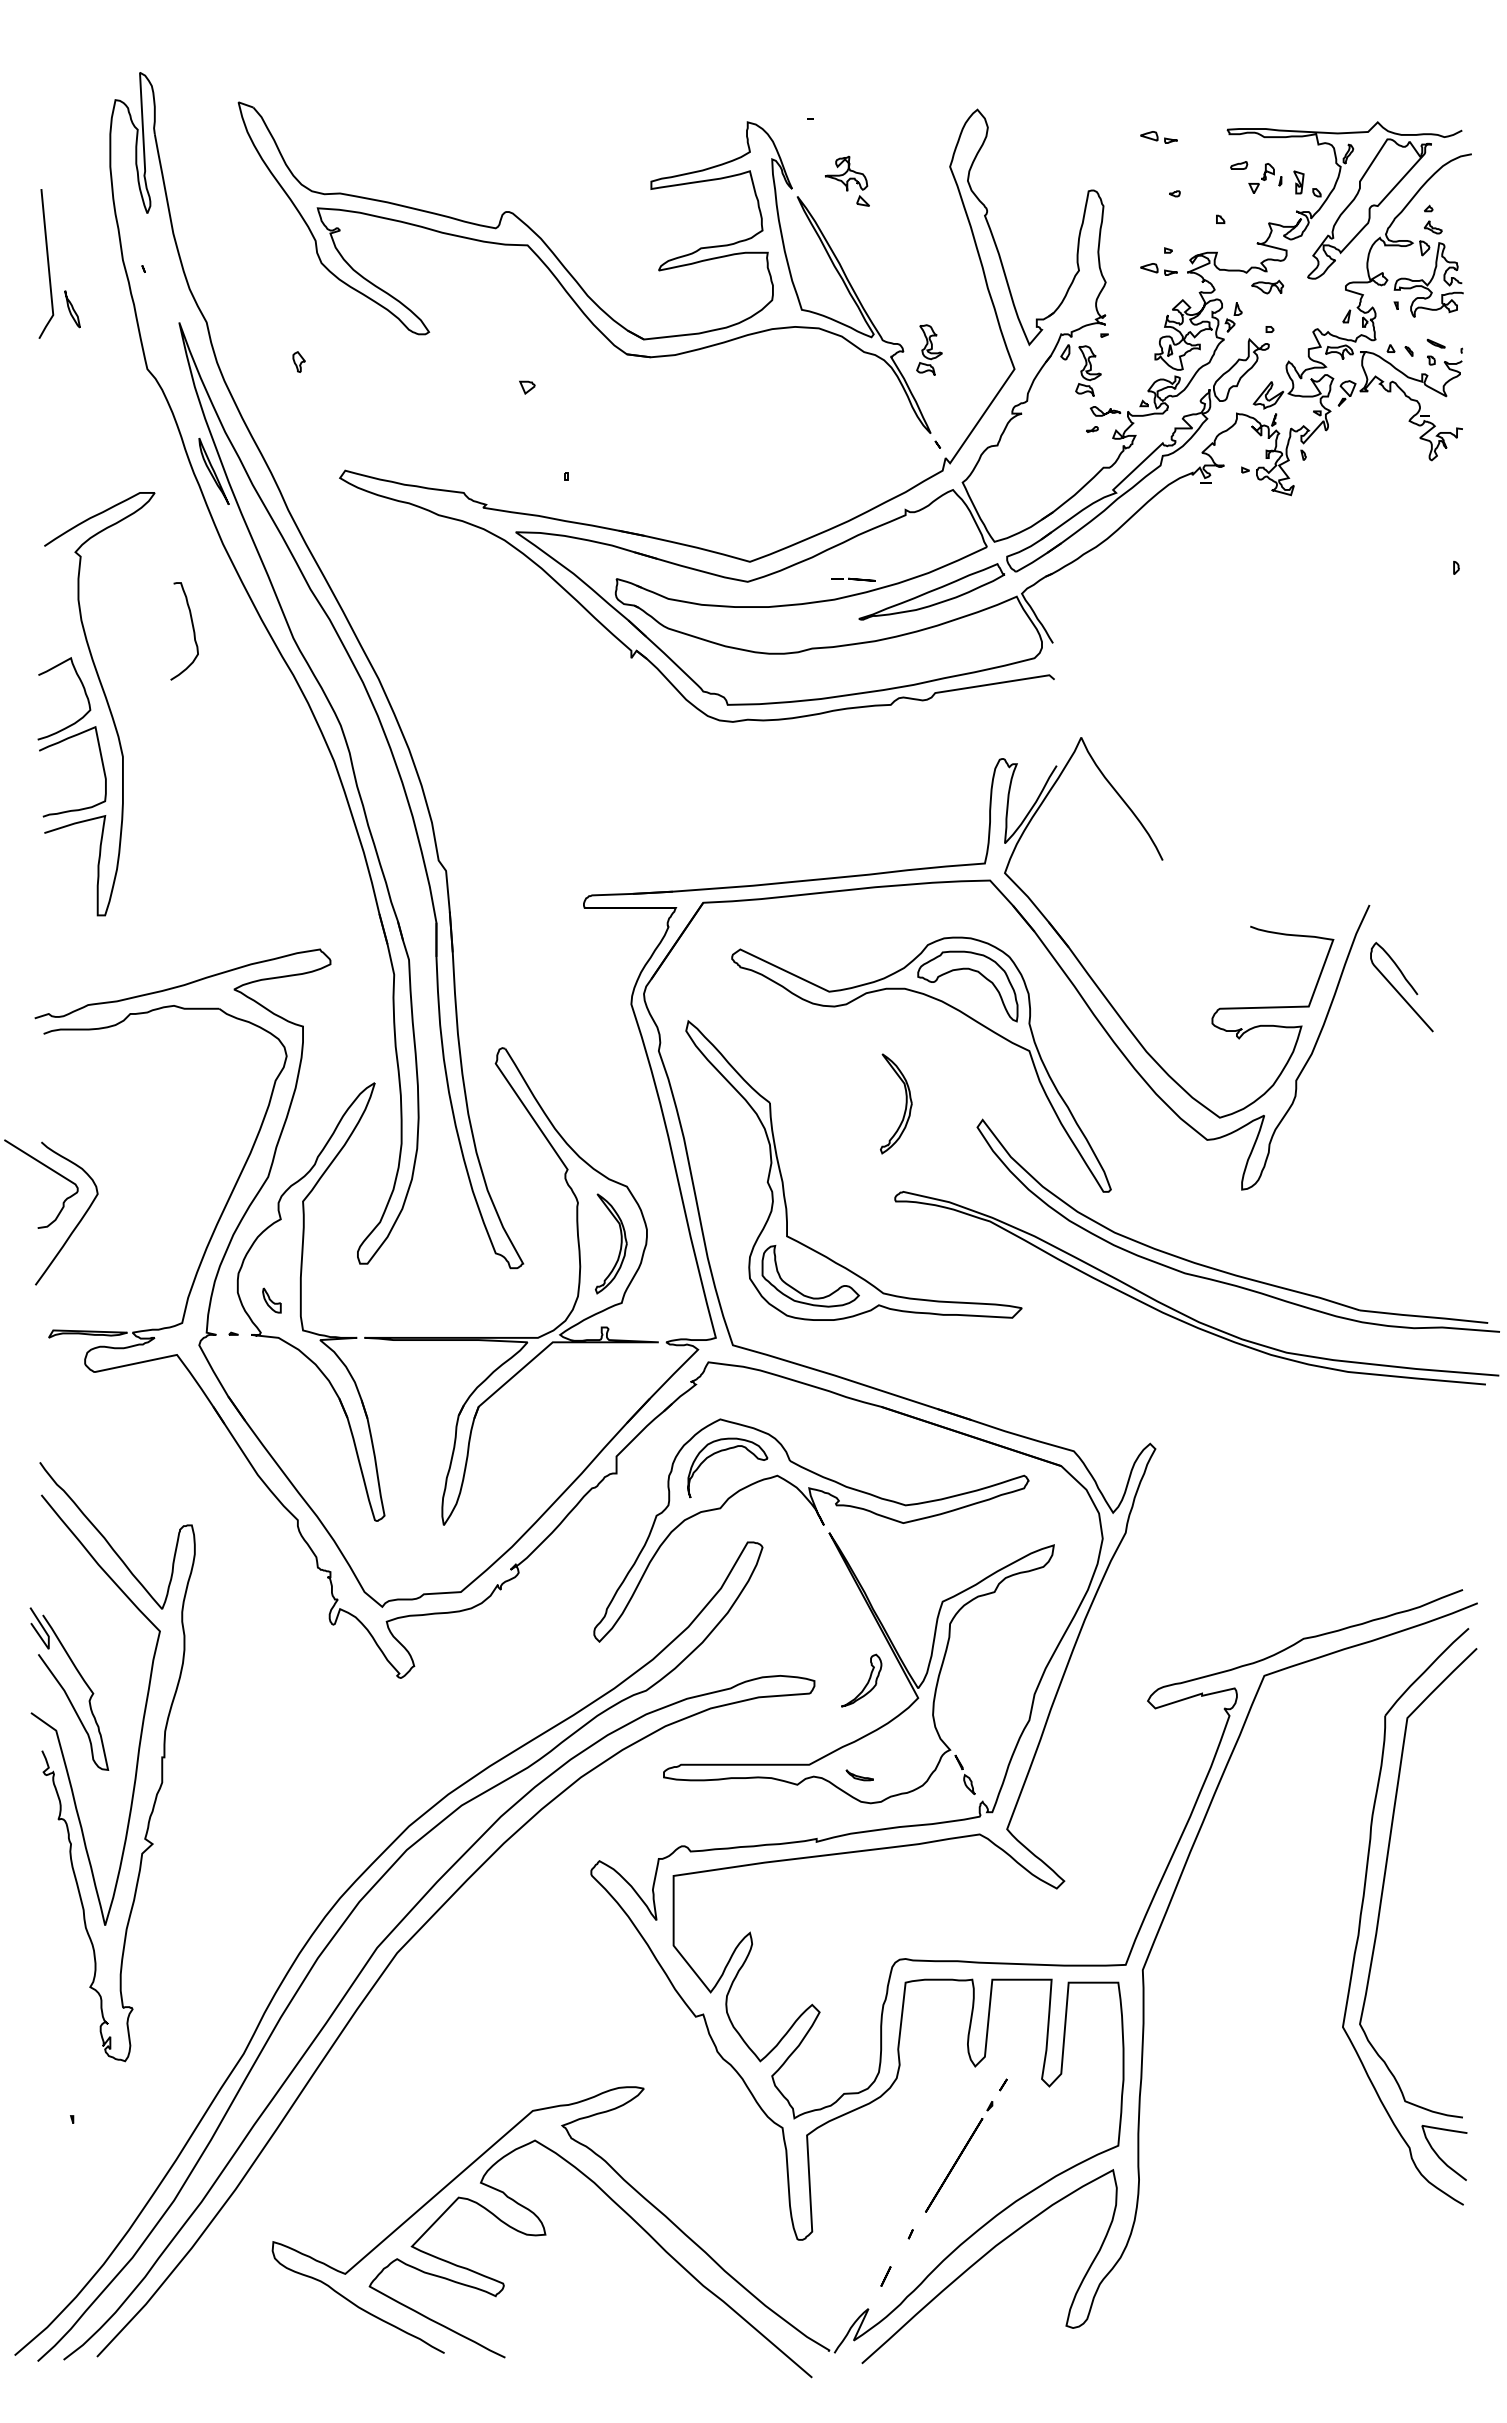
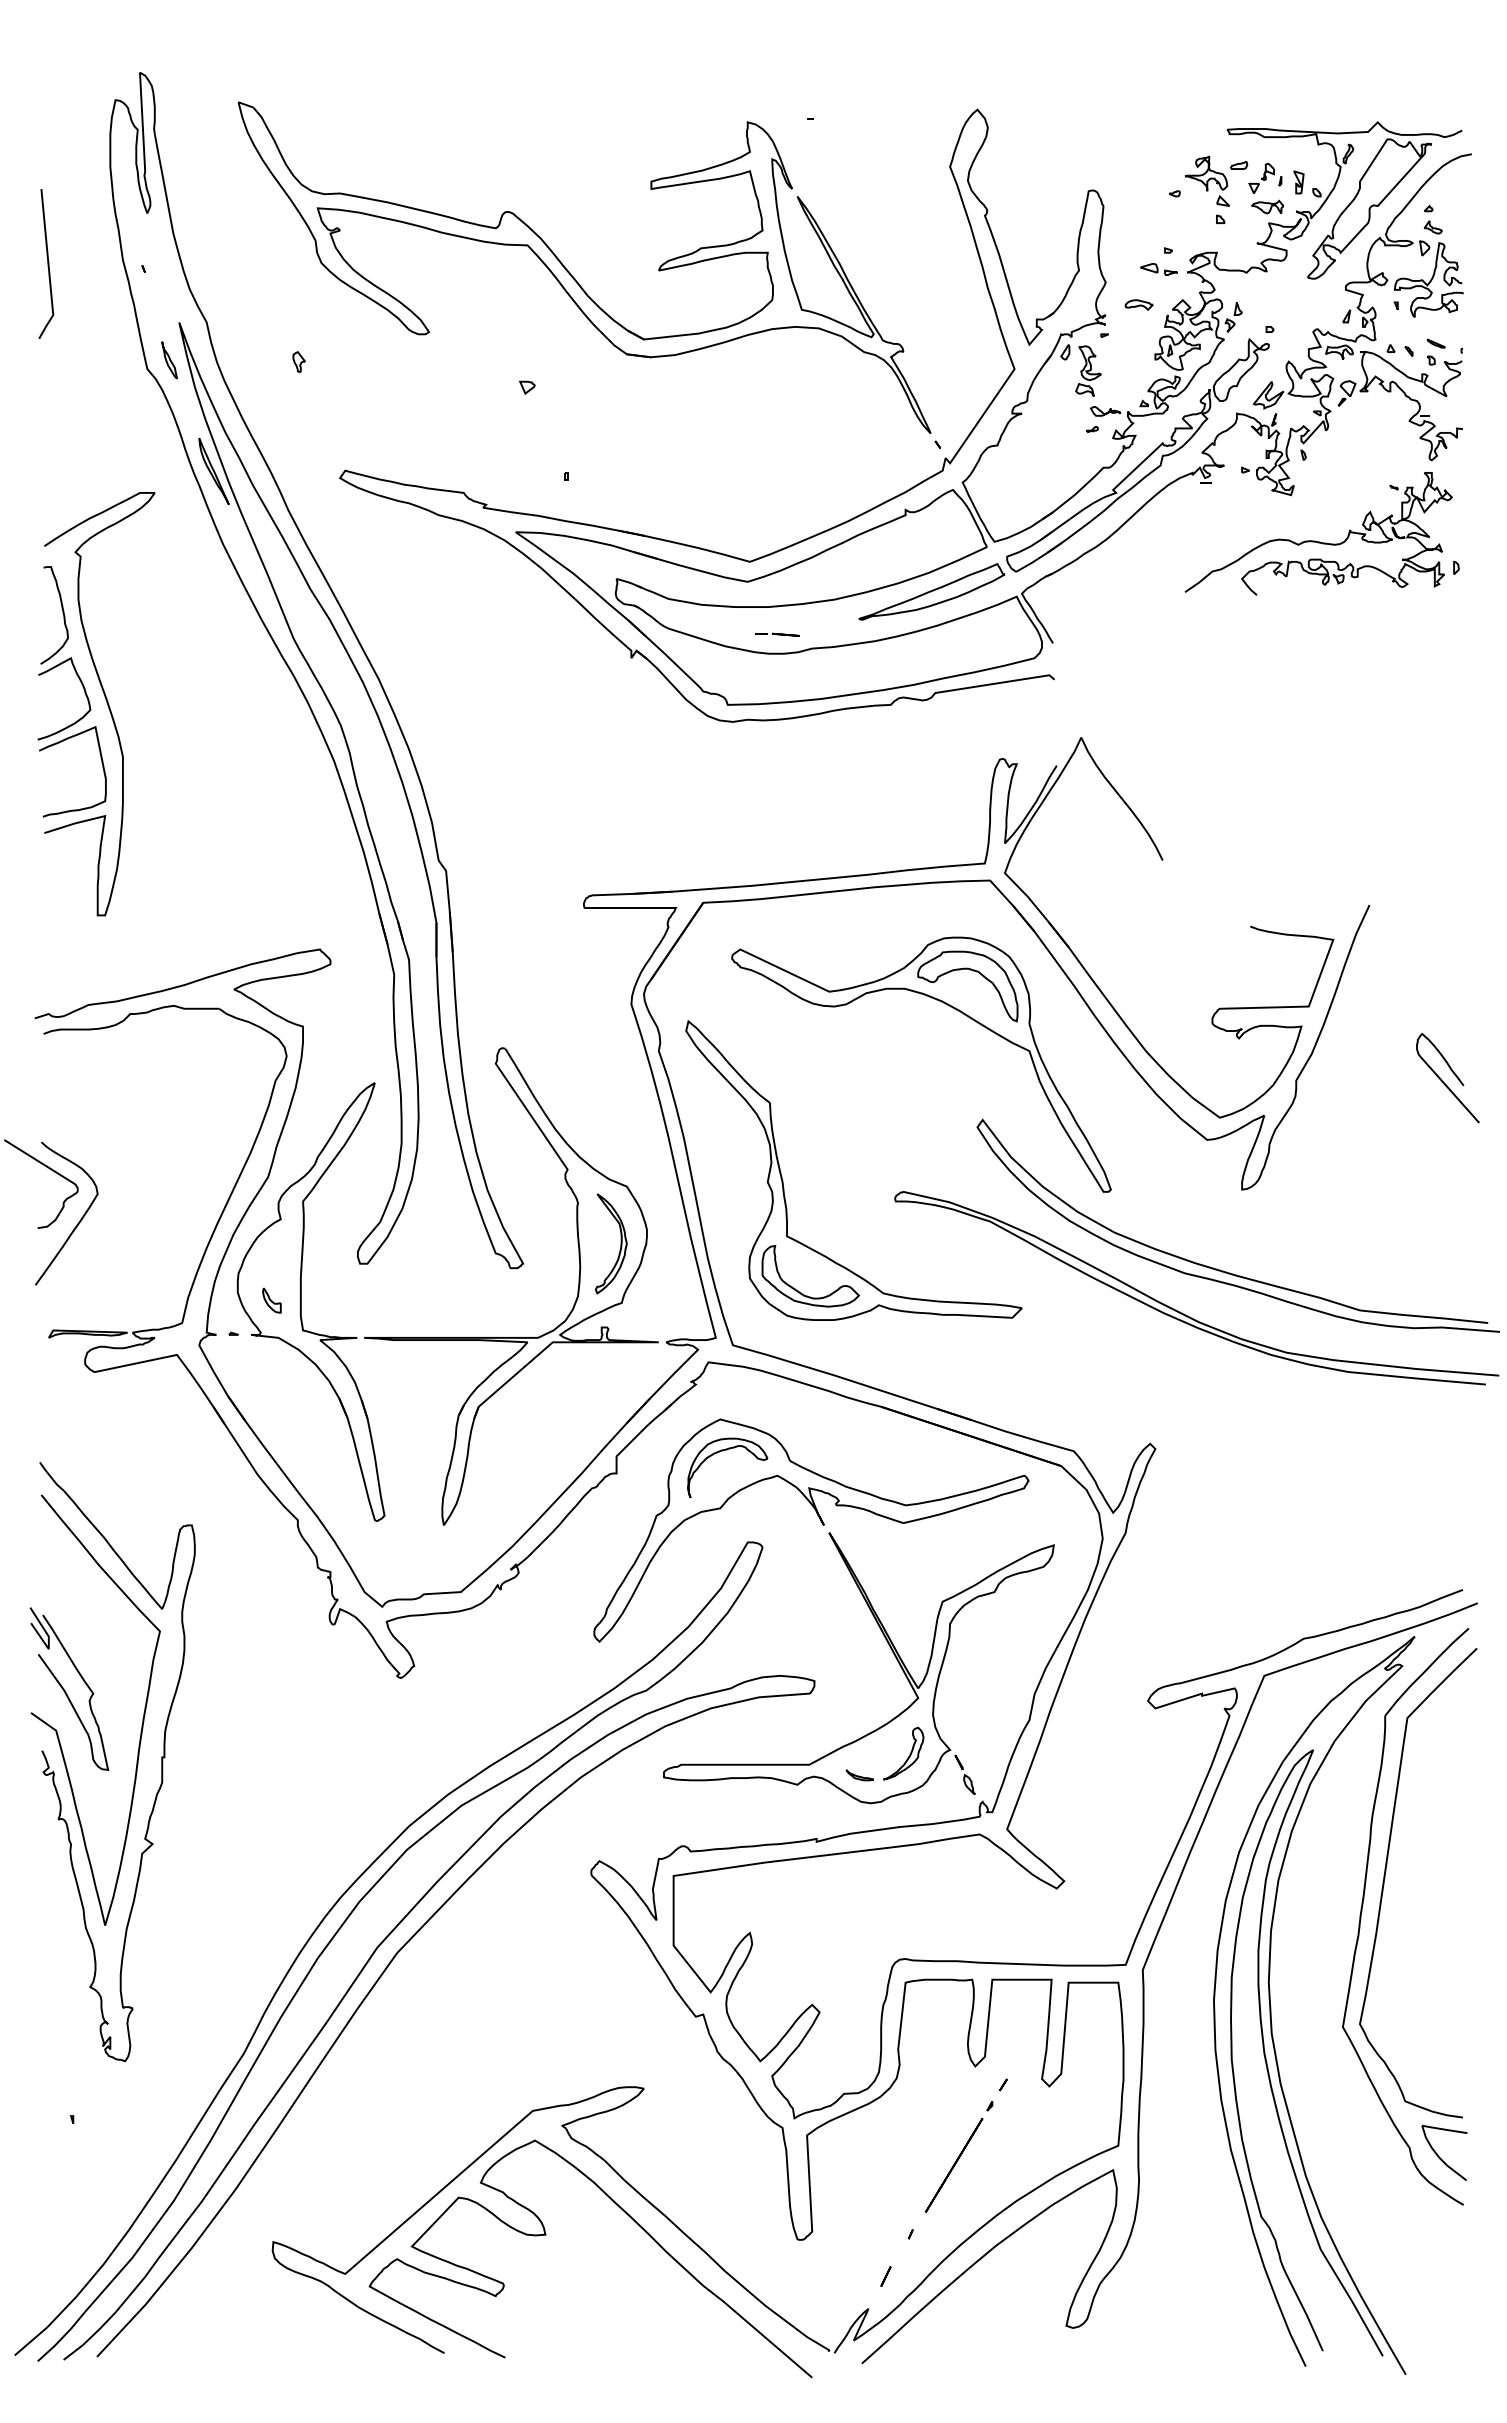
part at (1158, 137): present -> none
part at (847, 180) position: (847, 180) -> (1207, 180)
part at (1267, 286) position: (1267, 286) -> (1267, 206)
part at (1138, 304): none -> present
part at (72, 309) position: (72, 309) -> (169, 360)
part at (929, 349): present -> none
part at (1315, 540): none -> present
part at (853, 579) position: (853, 579) -> (777, 634)
curve at (192, 629) position: (192, 629) -> (62, 613)
curve at (1397, 990) position: (1397, 990) -> (1443, 1081)
part at (905, 1103): present -> none
part at (861, 1680) position: (861, 1680) -> (903, 1753)
part at (1271, 2006): none -> present
